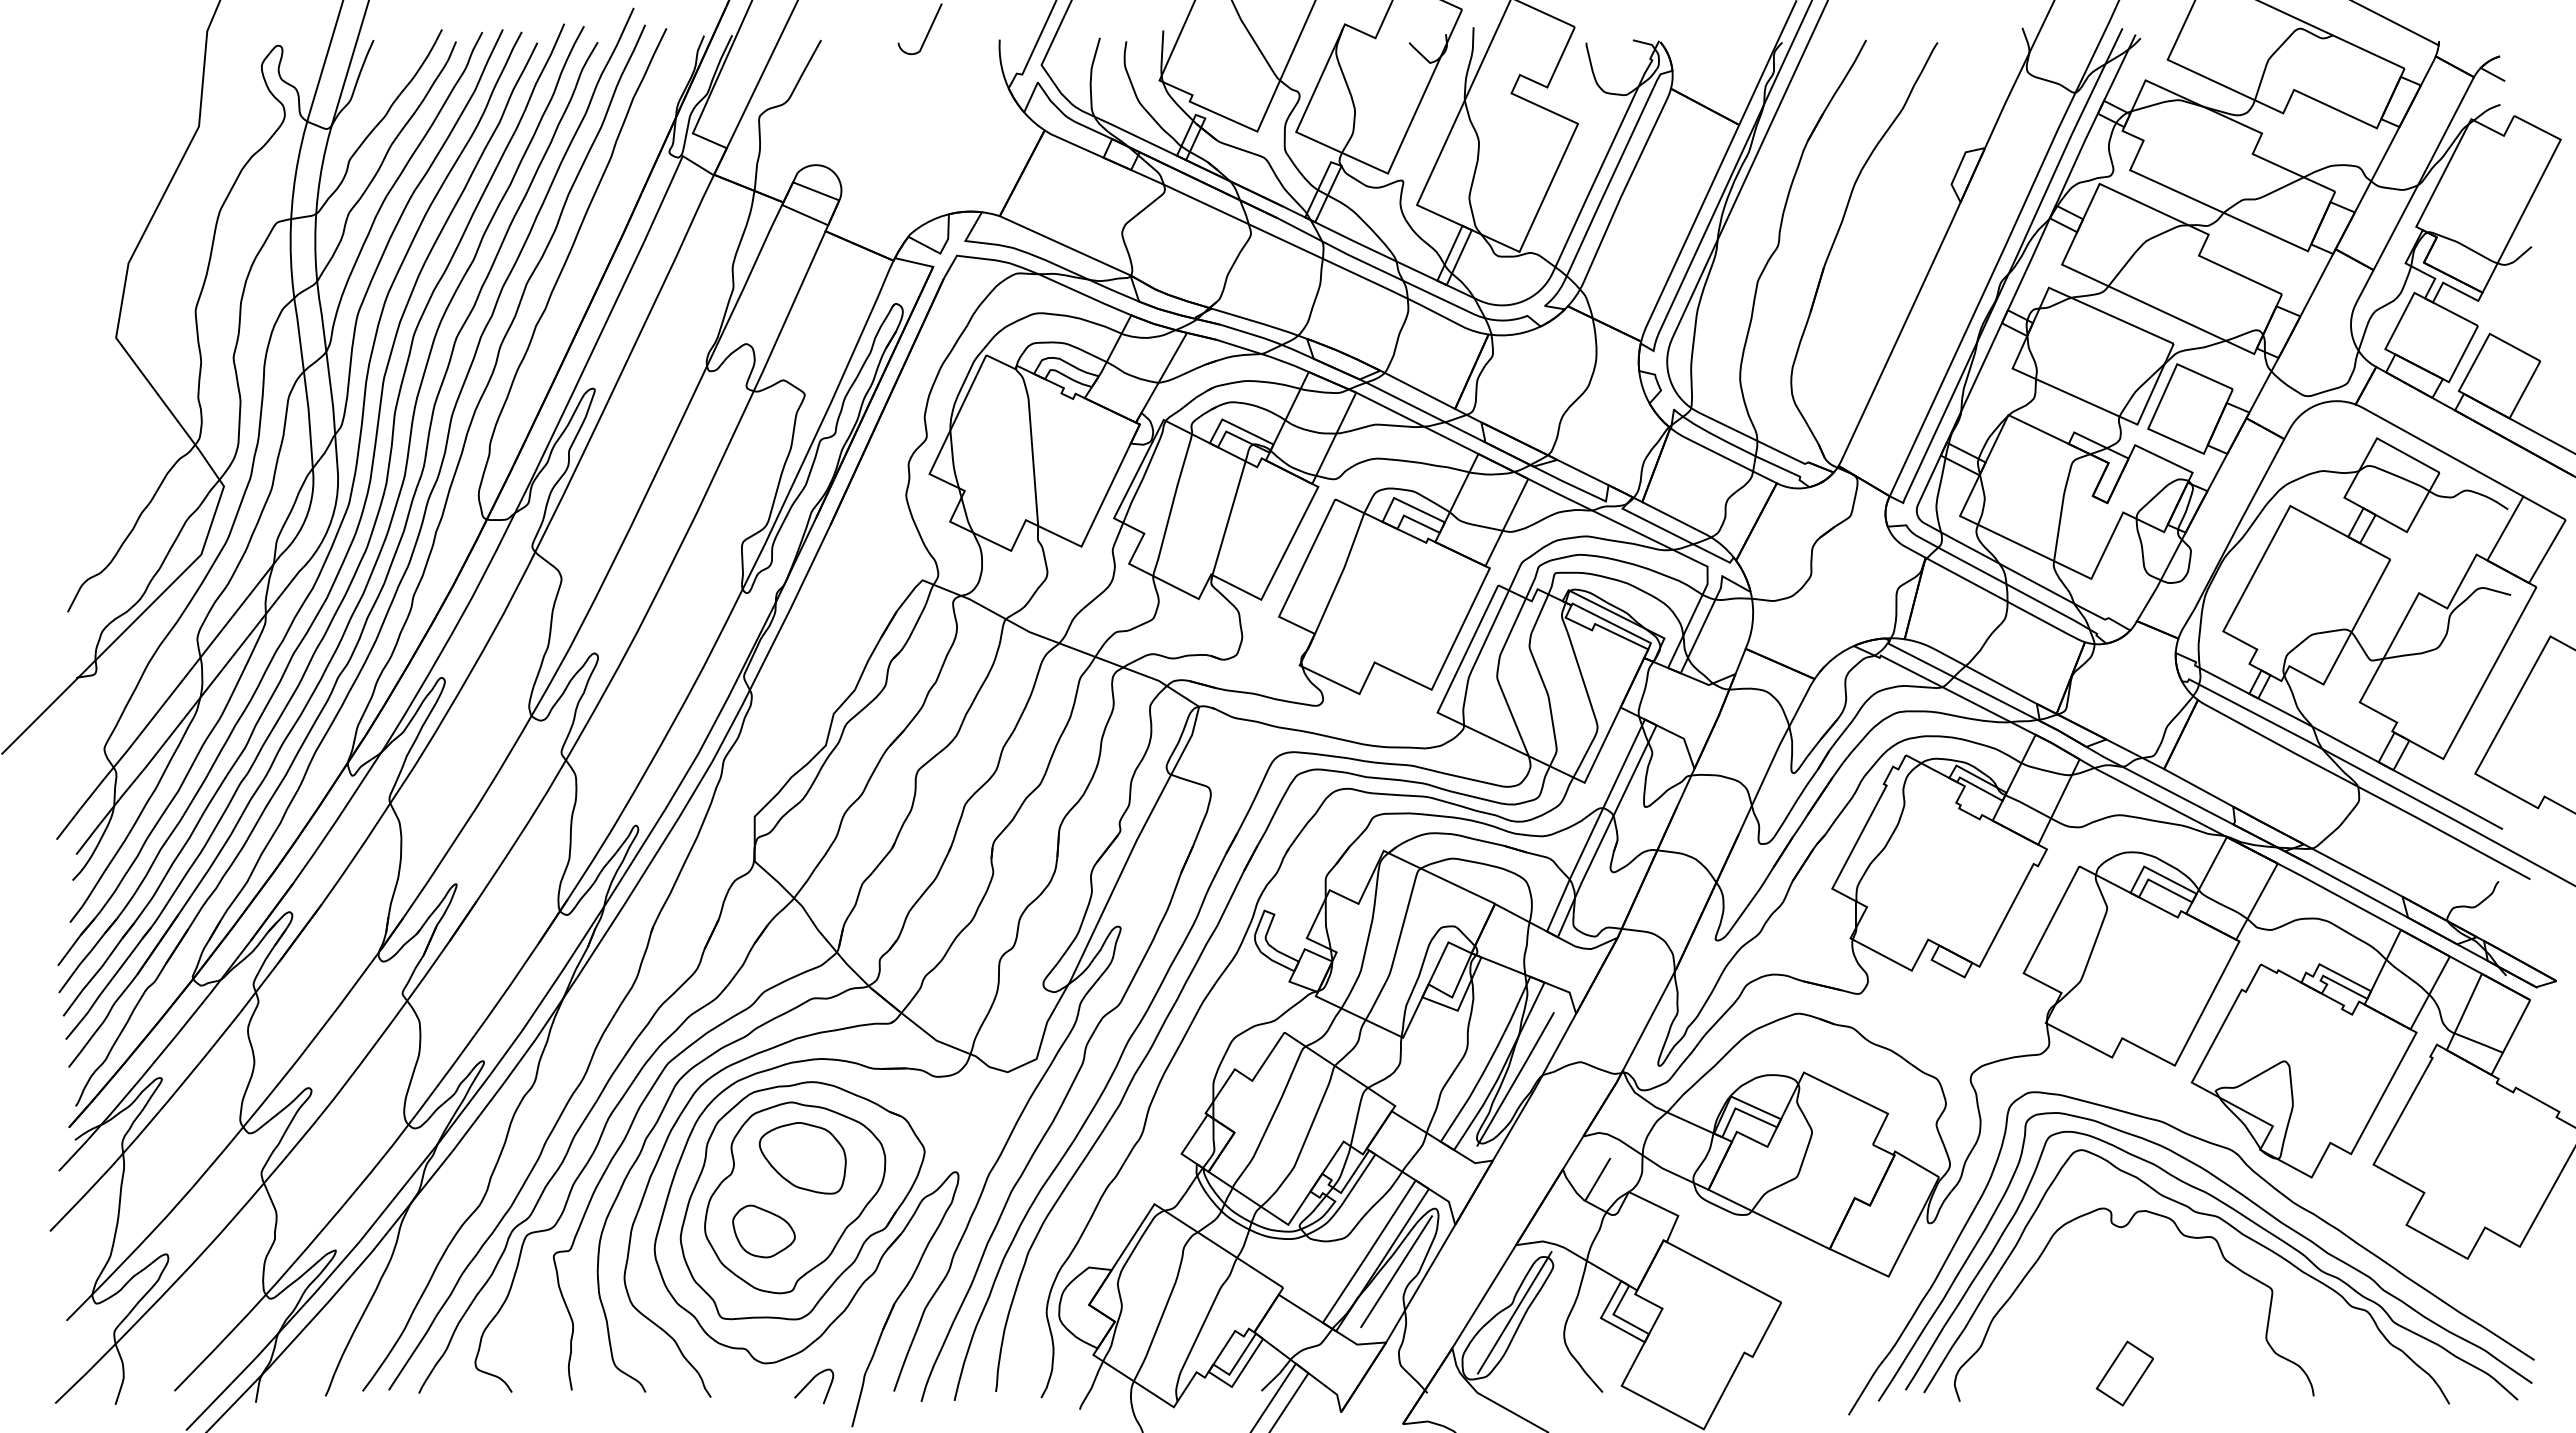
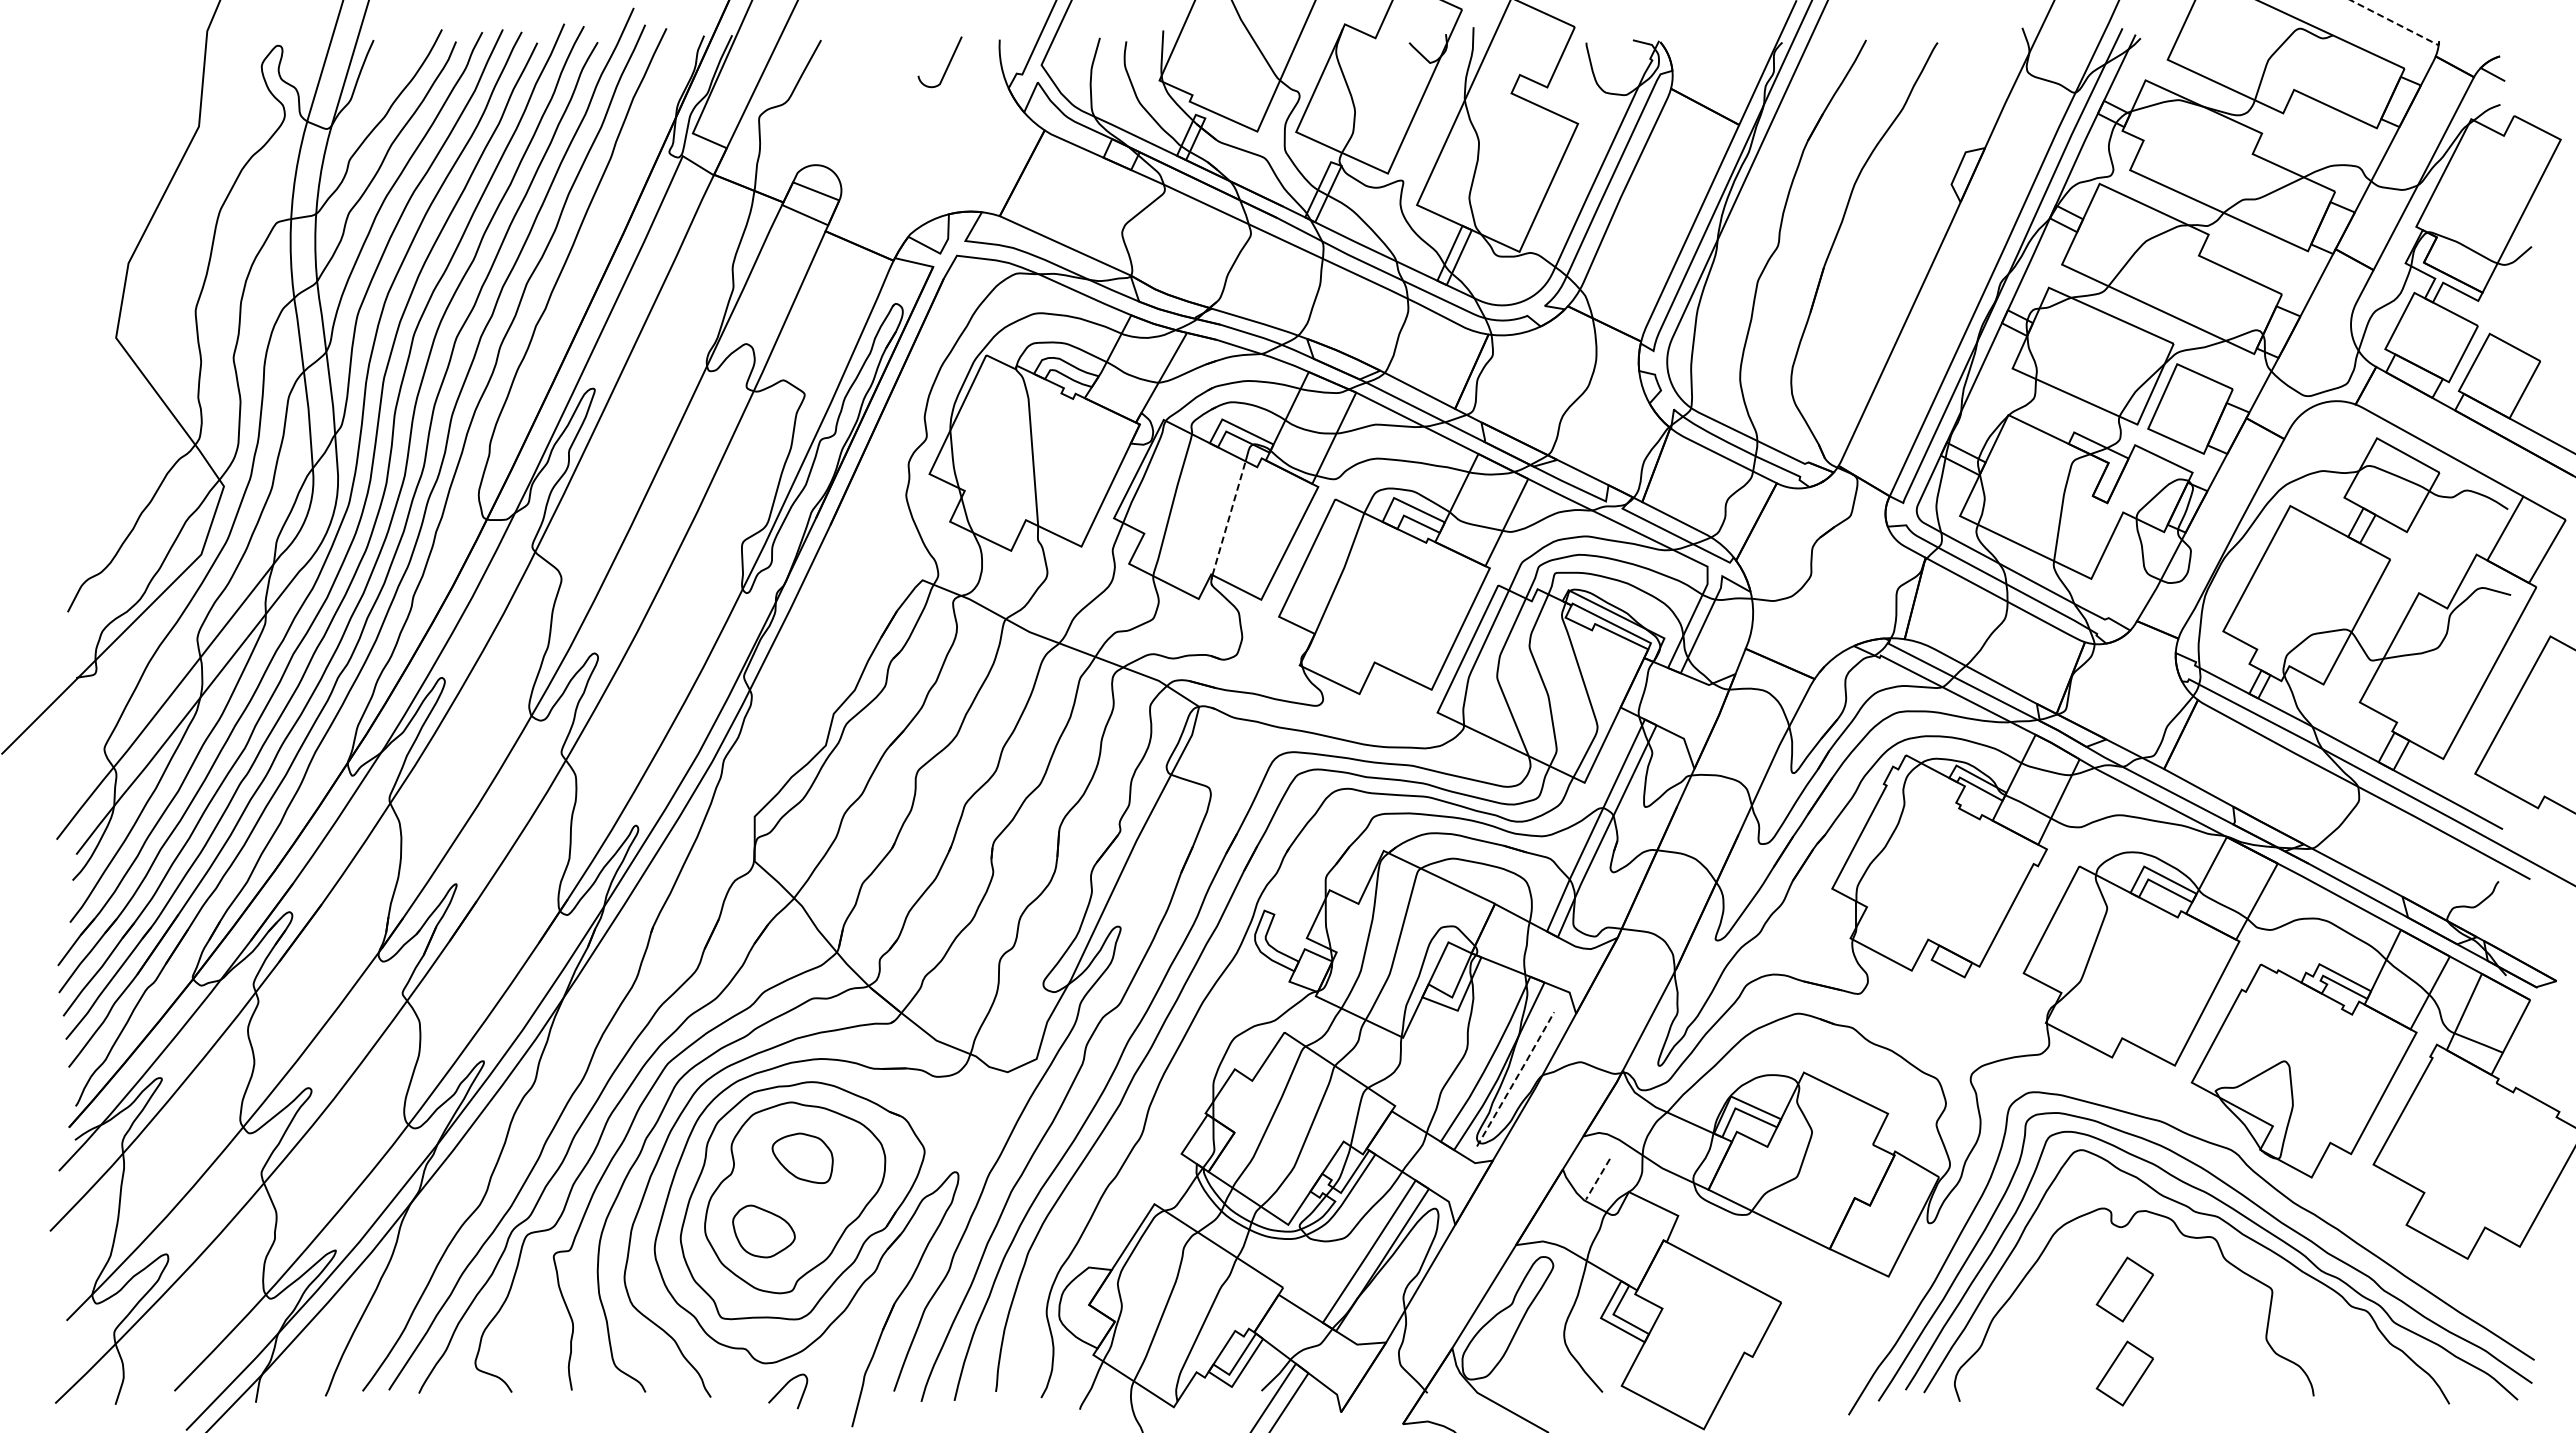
line at (2397, 24): solid -> dashed
curve at (927, 32) position: (927, 32) -> (947, 65)
line at (1229, 517): solid -> dashed
line at (1516, 1078): solid -> dashed
part at (802, 1158) size: 89x73 px -> 63x52 px
line at (1598, 1179): solid -> dashed
line at (1396, 1271): present -> none
part at (2124, 1289): none -> present
line at (1514, 1312): present -> none
curve at (810, 1382) position: (810, 1382) -> (784, 1387)
